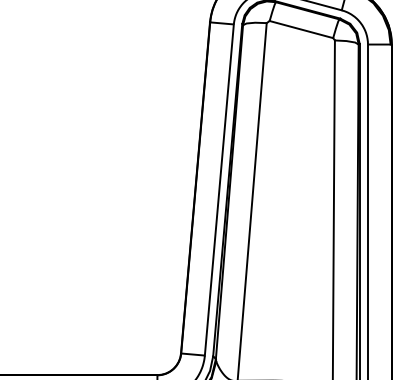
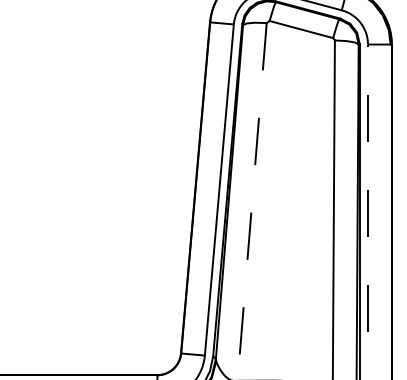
line at (252, 201): solid -> dashed
line at (367, 211): solid -> dashed
